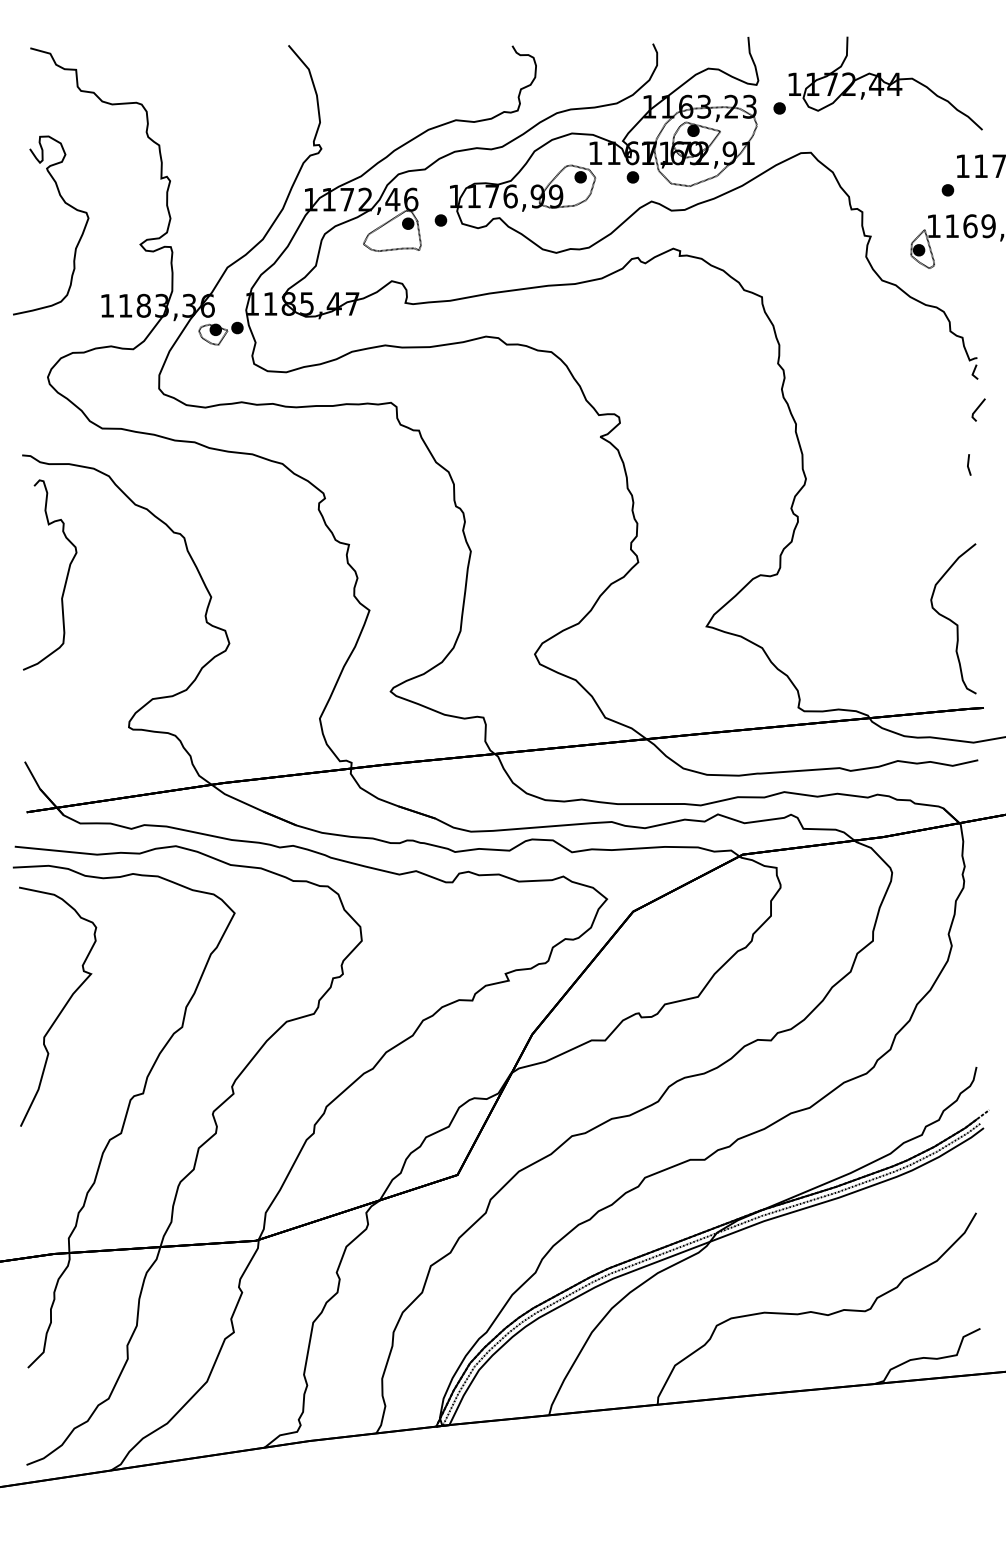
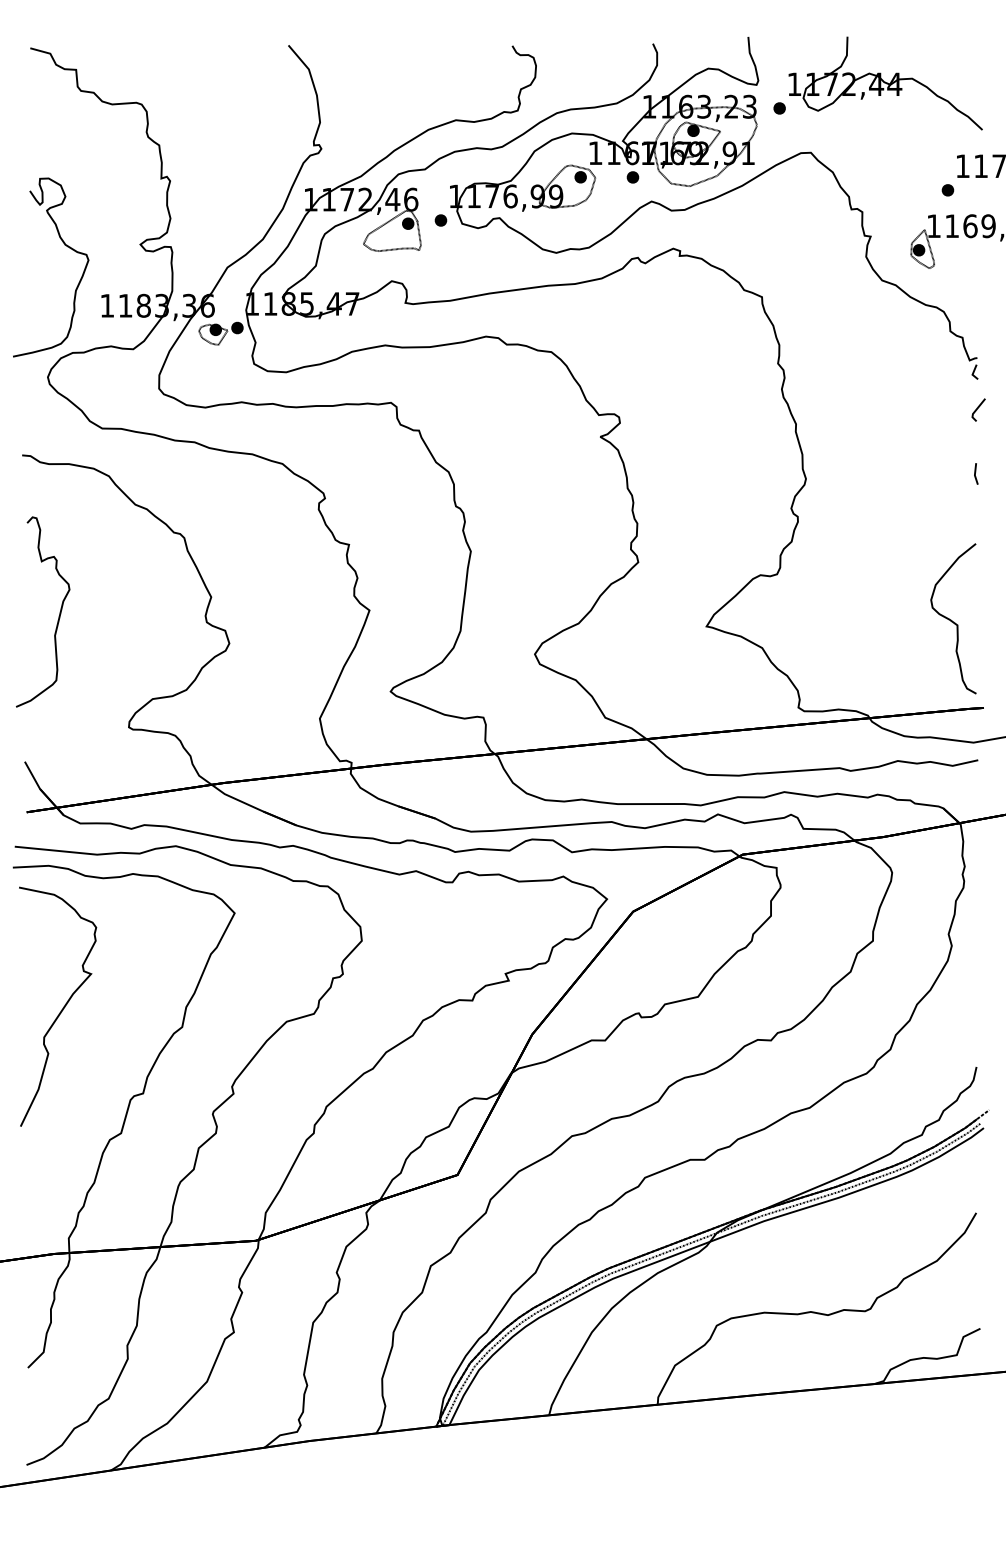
curve at (64, 203) position: (64, 203) -> (64, 245)
line at (969, 463) position: (969, 463) -> (976, 472)
curve at (65, 579) position: (65, 579) -> (58, 616)
